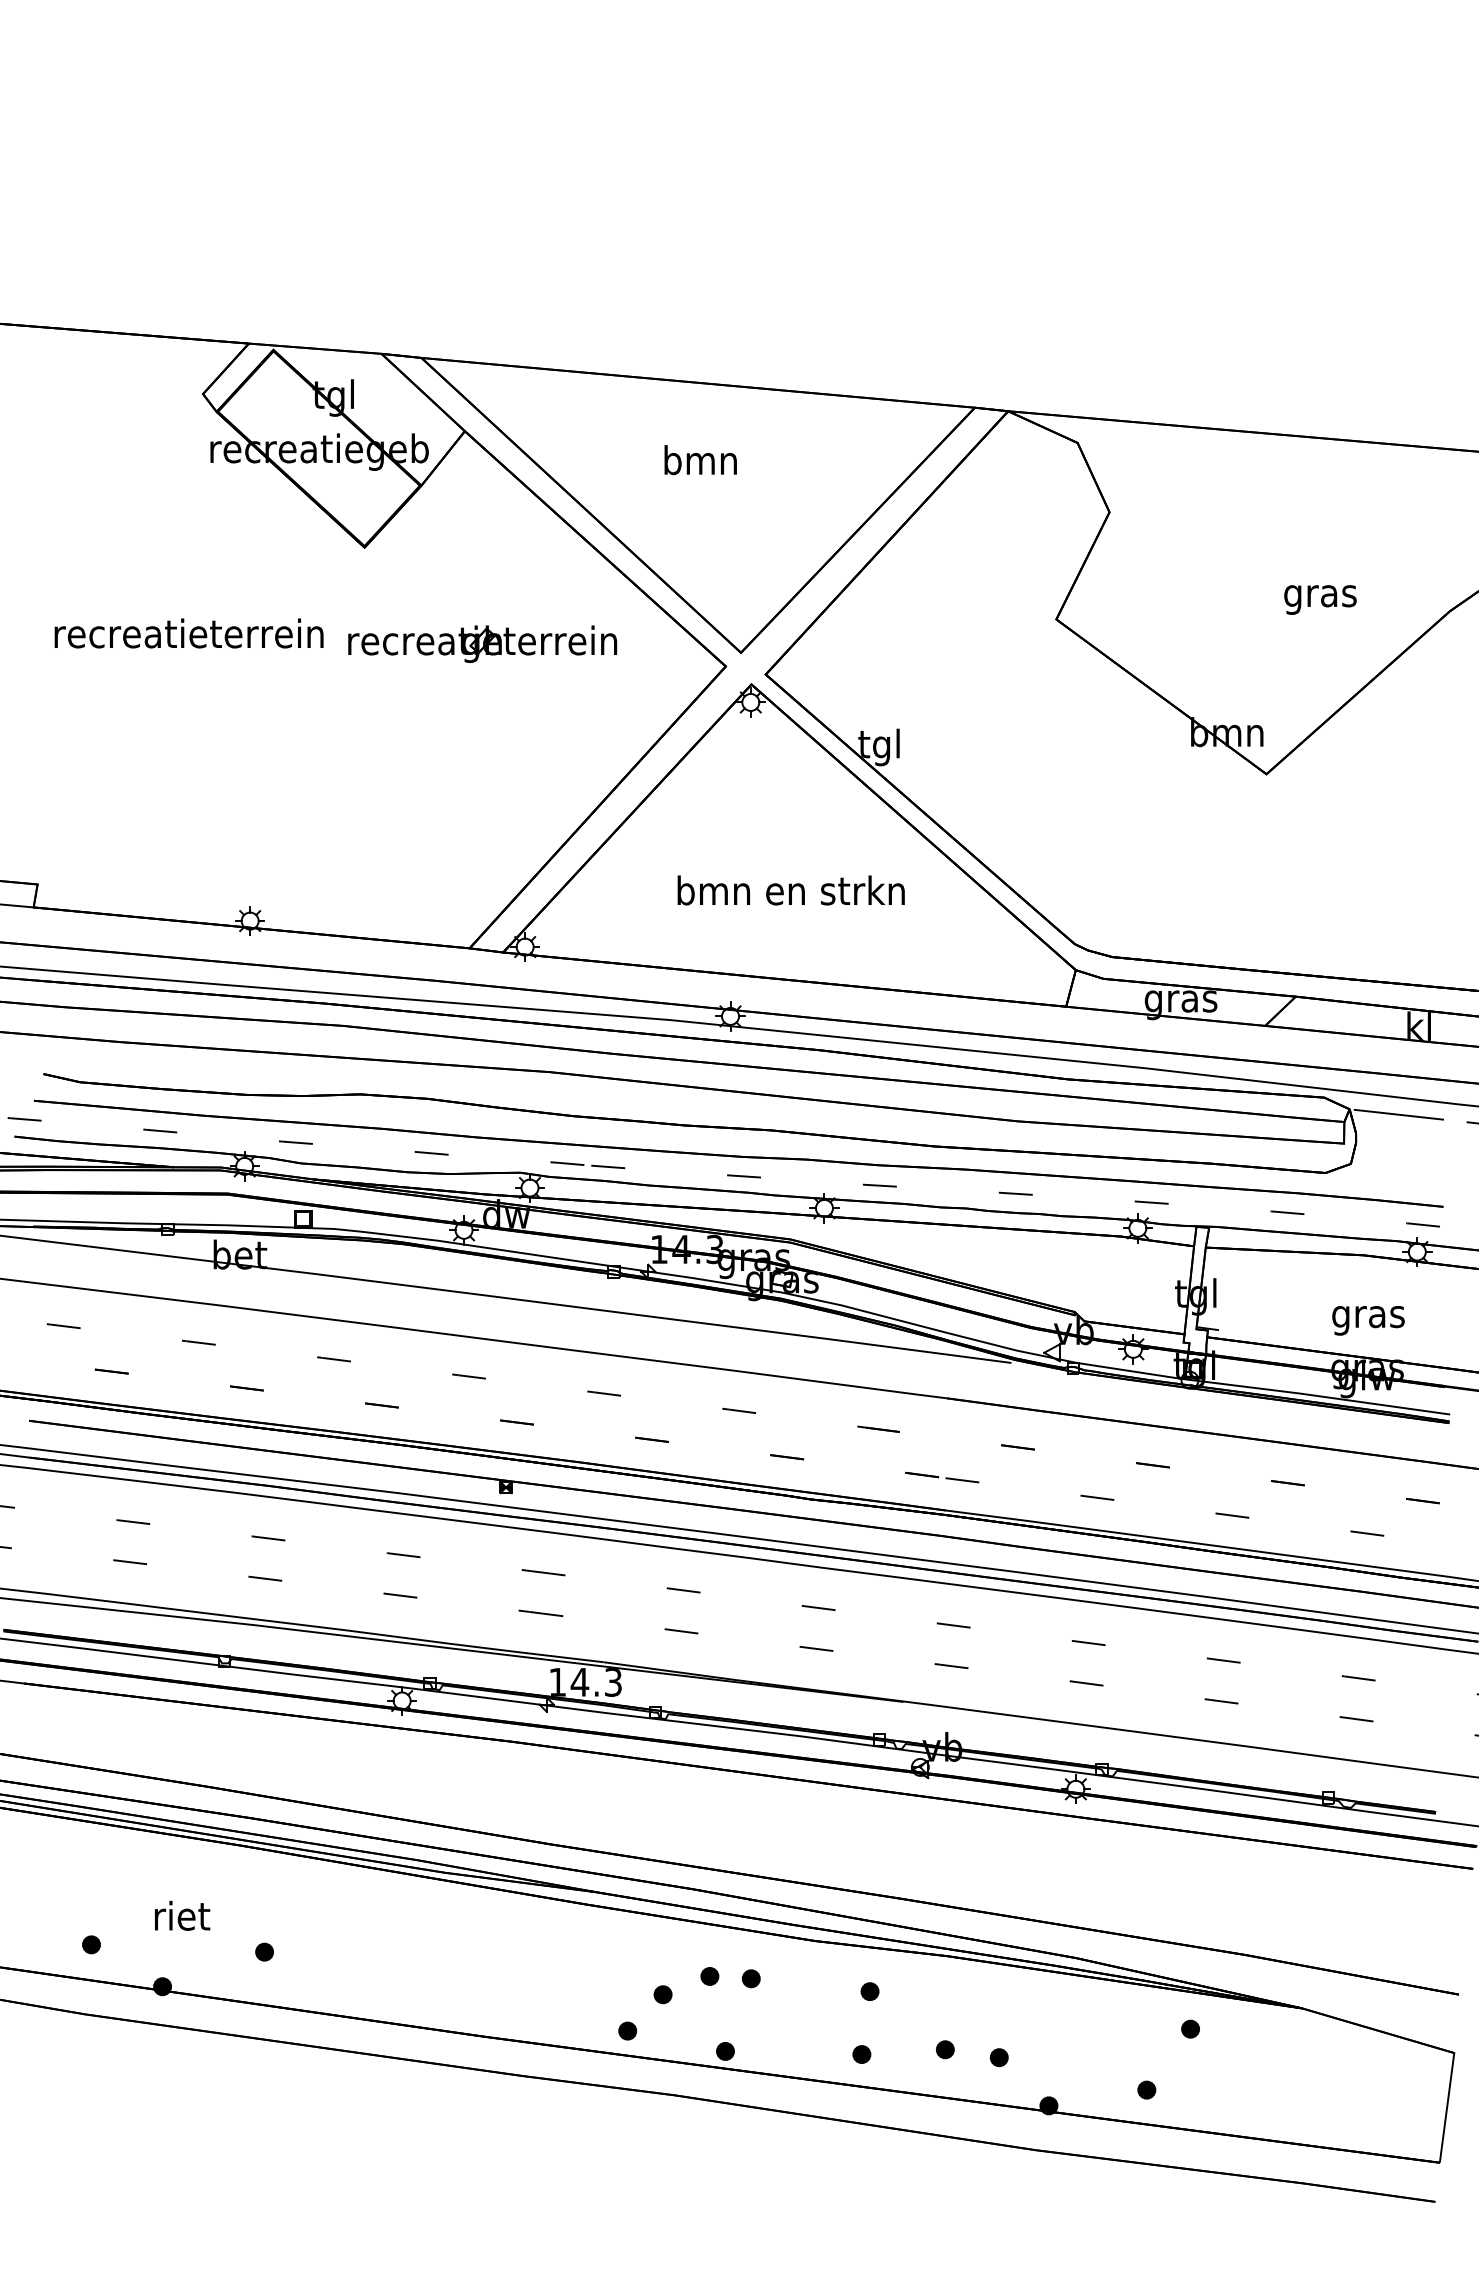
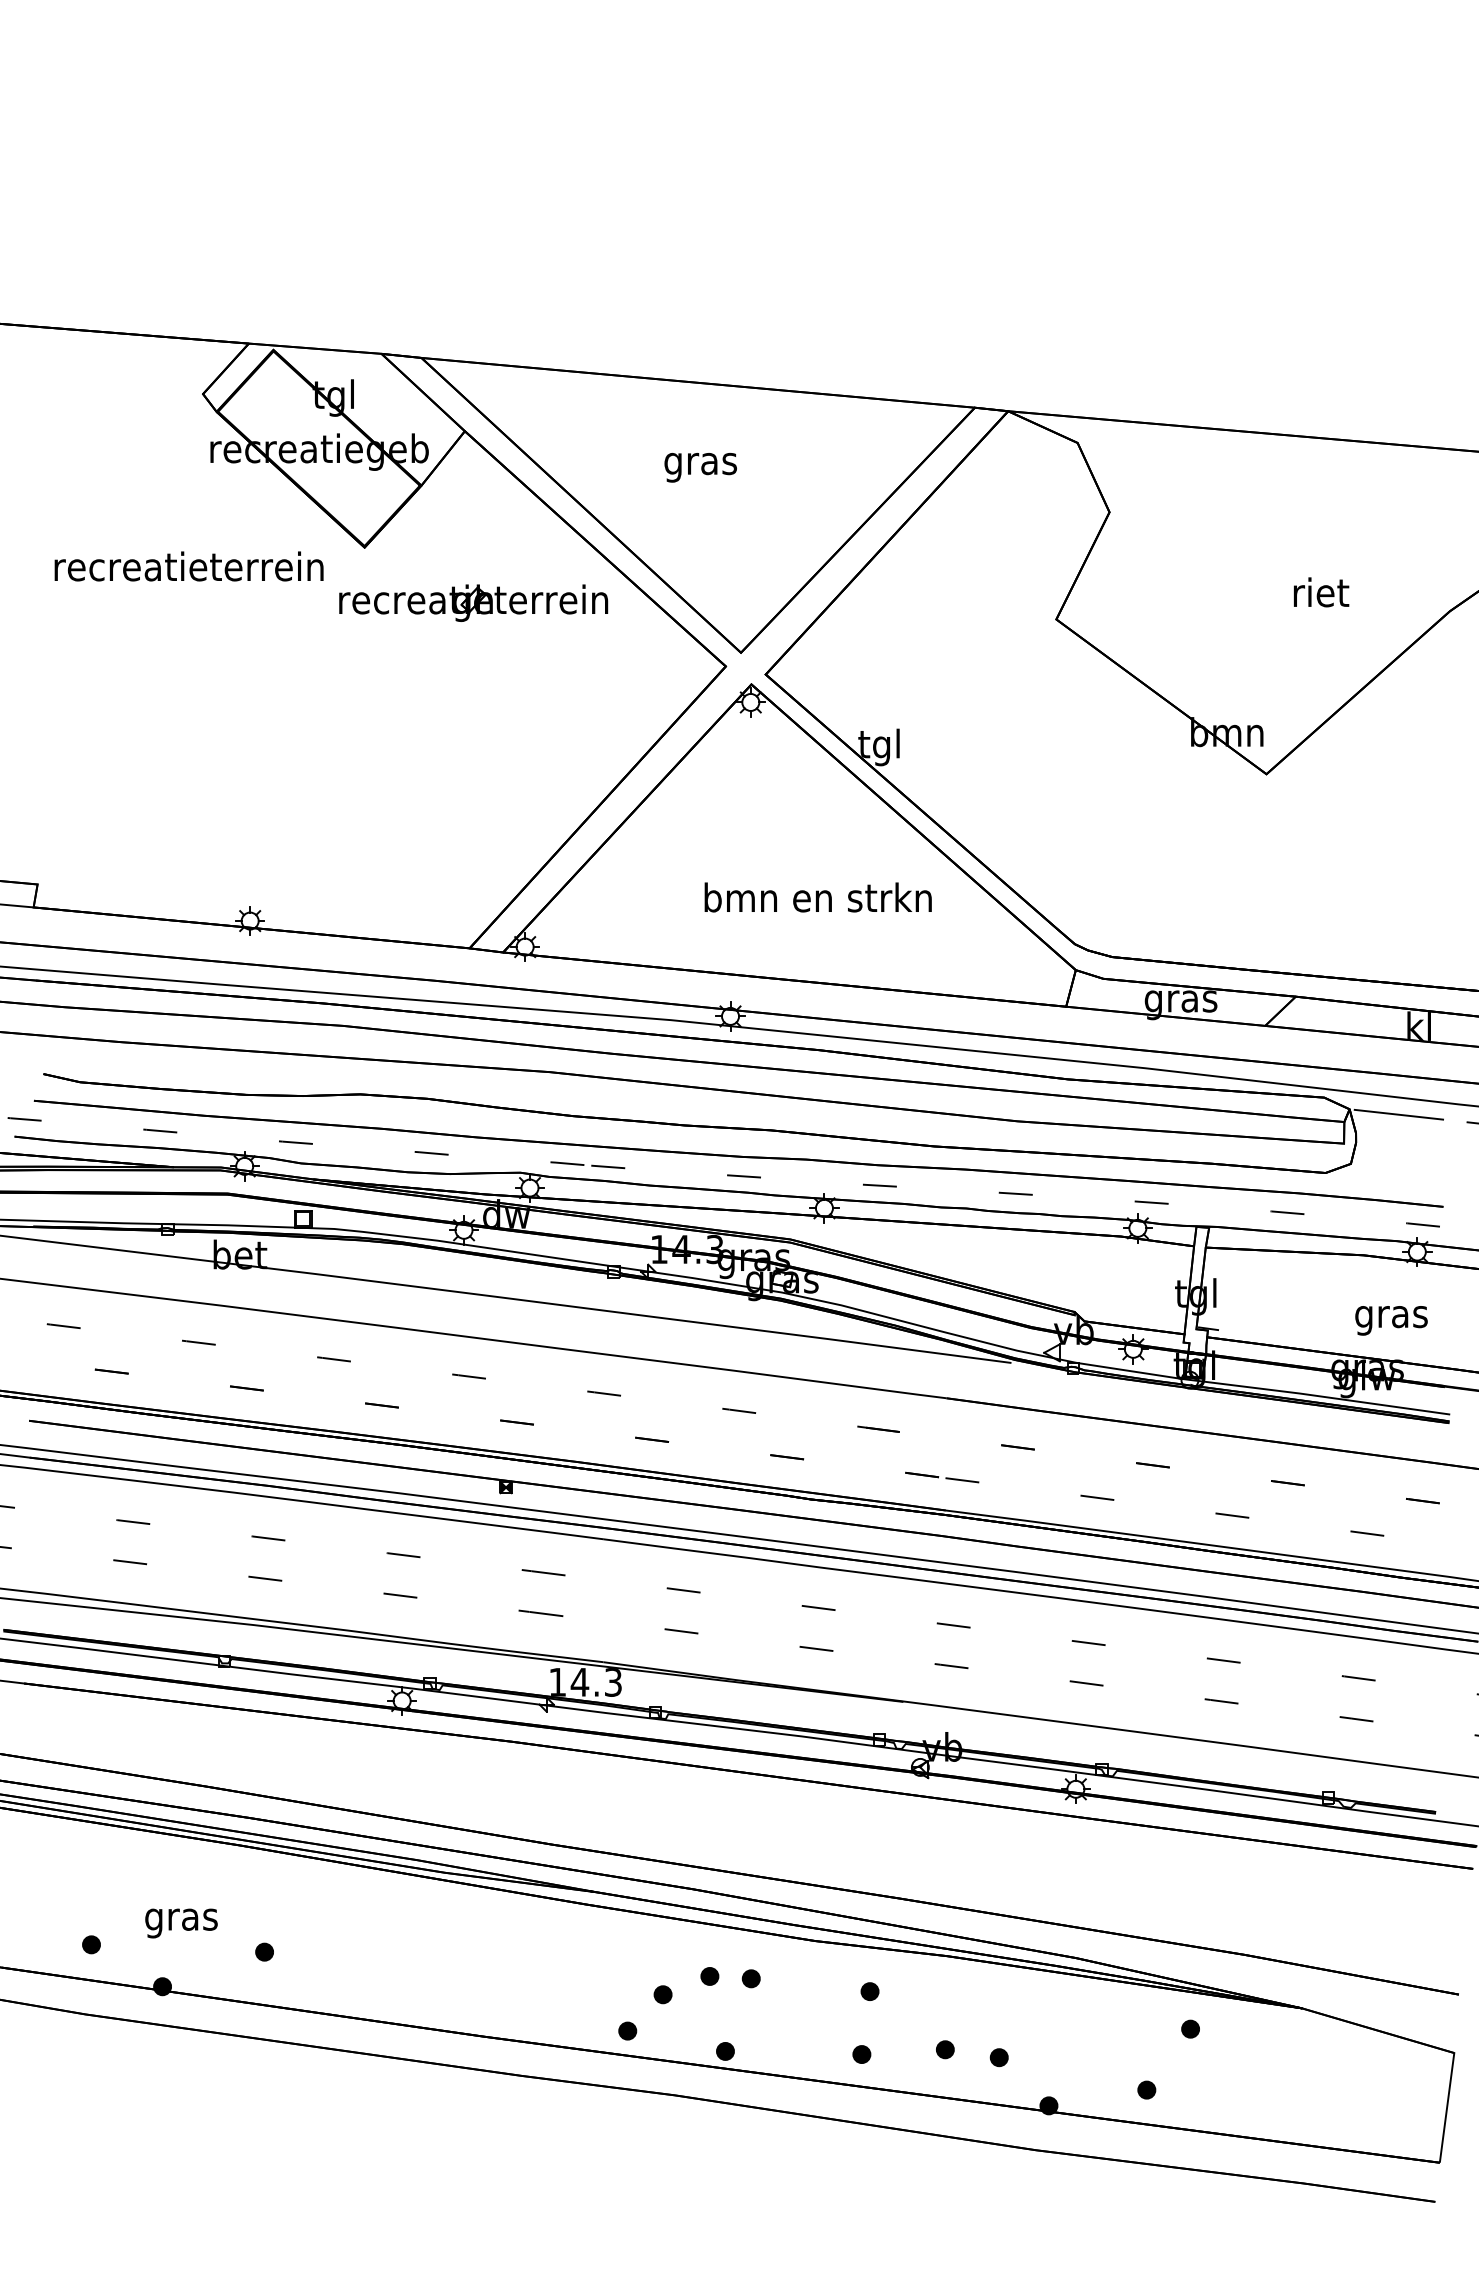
text at (700, 463): bmn -> gras
text at (1320, 595): gras -> riet
text at (188, 633) position: (188, 633) -> (188, 566)
part at (482, 643) position: (482, 643) -> (473, 602)
text at (790, 890) position: (790, 890) -> (817, 897)
text at (1368, 1320) position: (1368, 1320) -> (1391, 1320)
text at (181, 1919): riet -> gras
